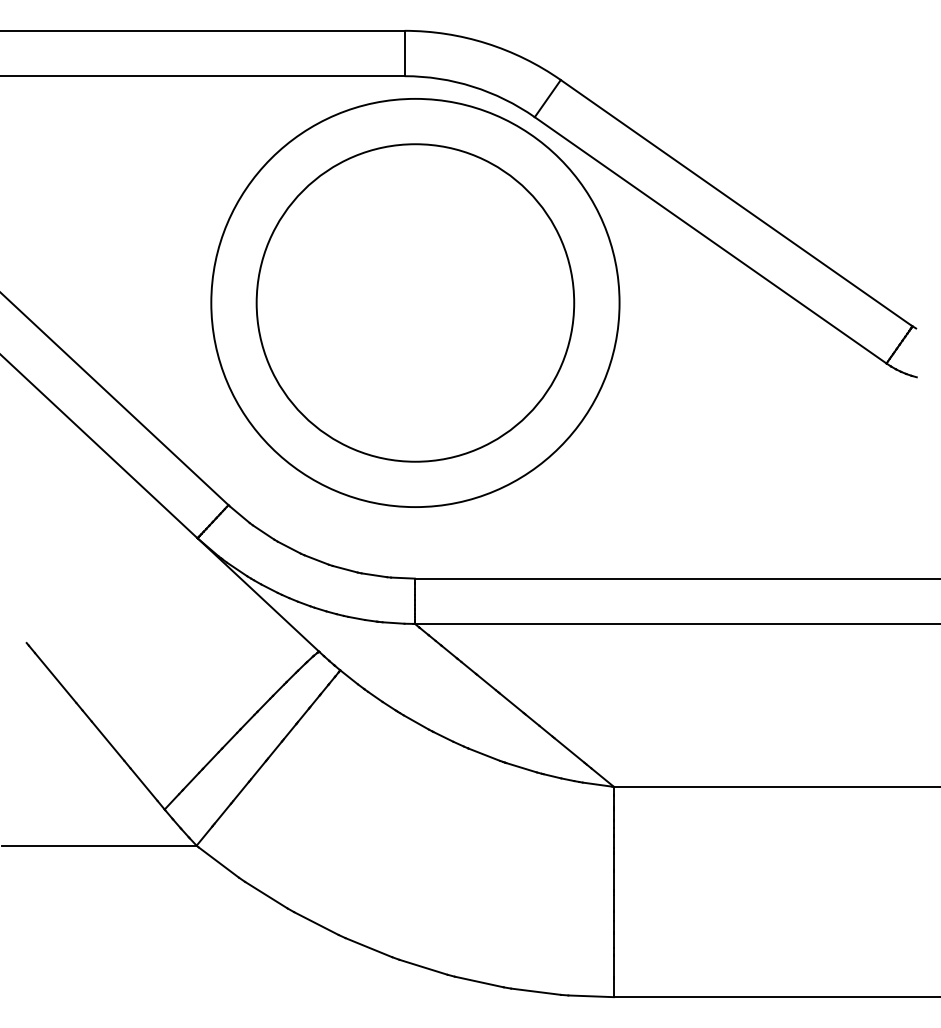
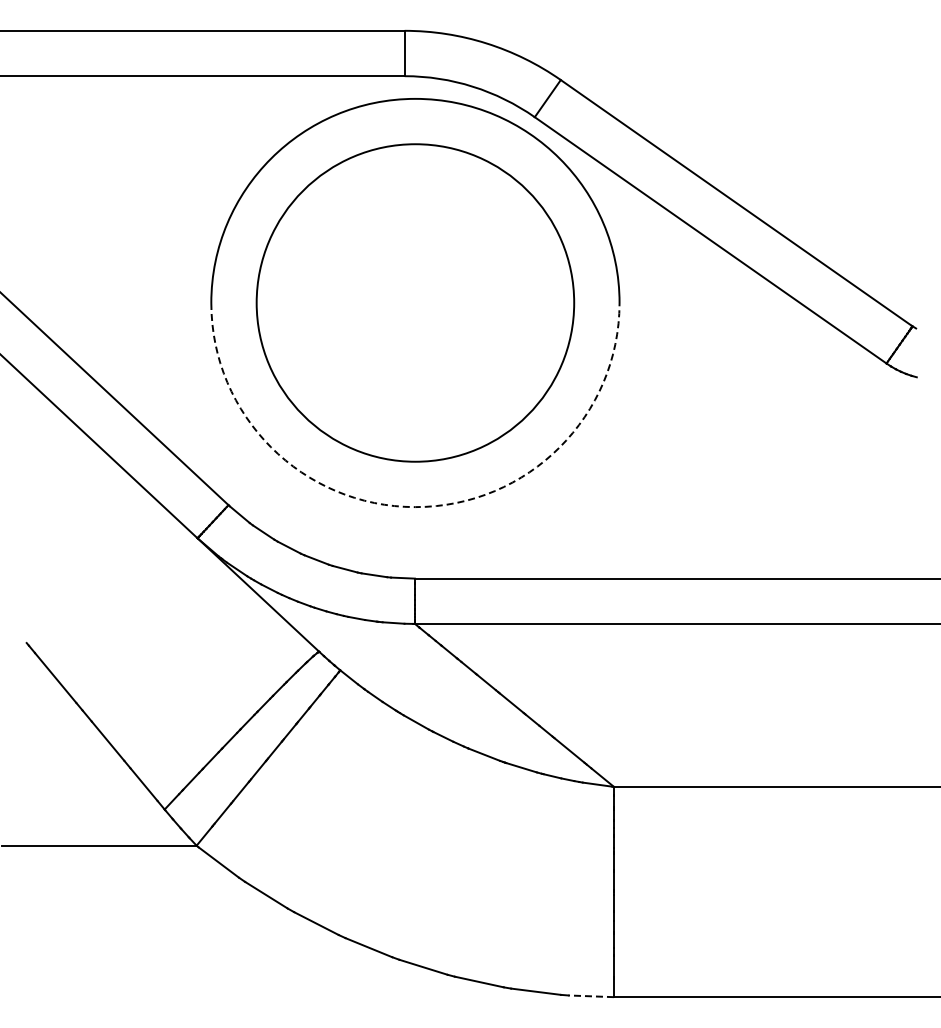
arc at (415, 507): solid -> dashed
line at (591, 996): solid -> dashed
